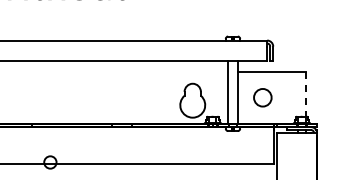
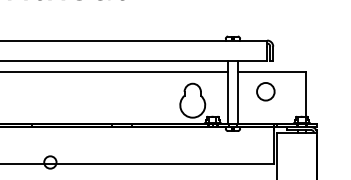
line at (114, 71): none -> present
line at (306, 94): dashed -> solid
circle at (262, 97) position: (262, 97) -> (265, 91)
